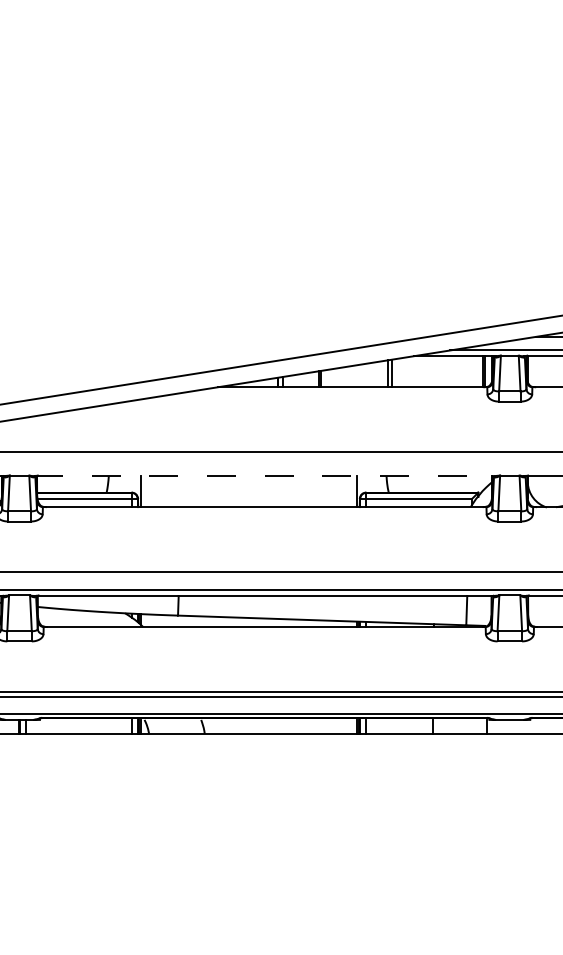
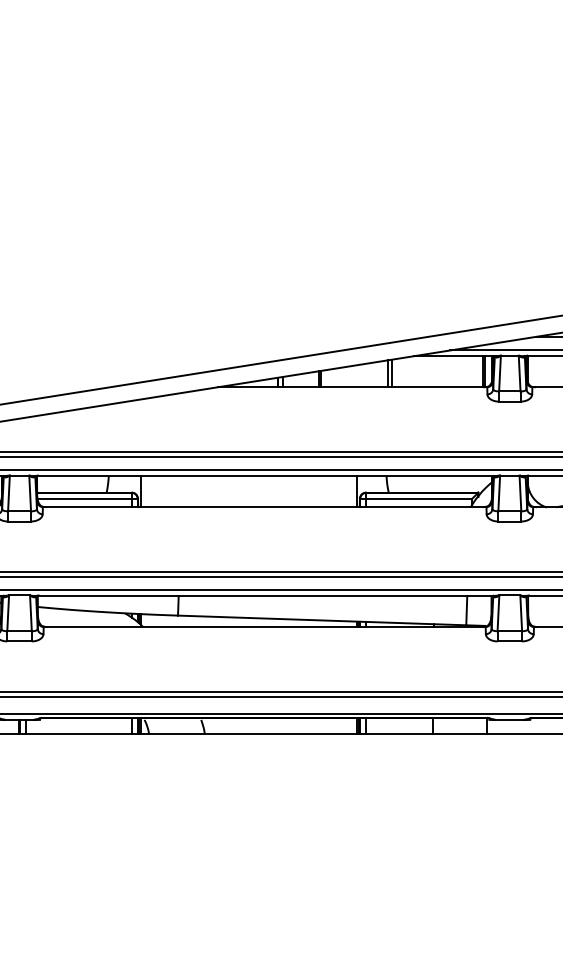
line at (280, 456): none -> present
line at (280, 470): none -> present
line at (264, 476): dashed -> solid
line at (280, 576): none -> present
